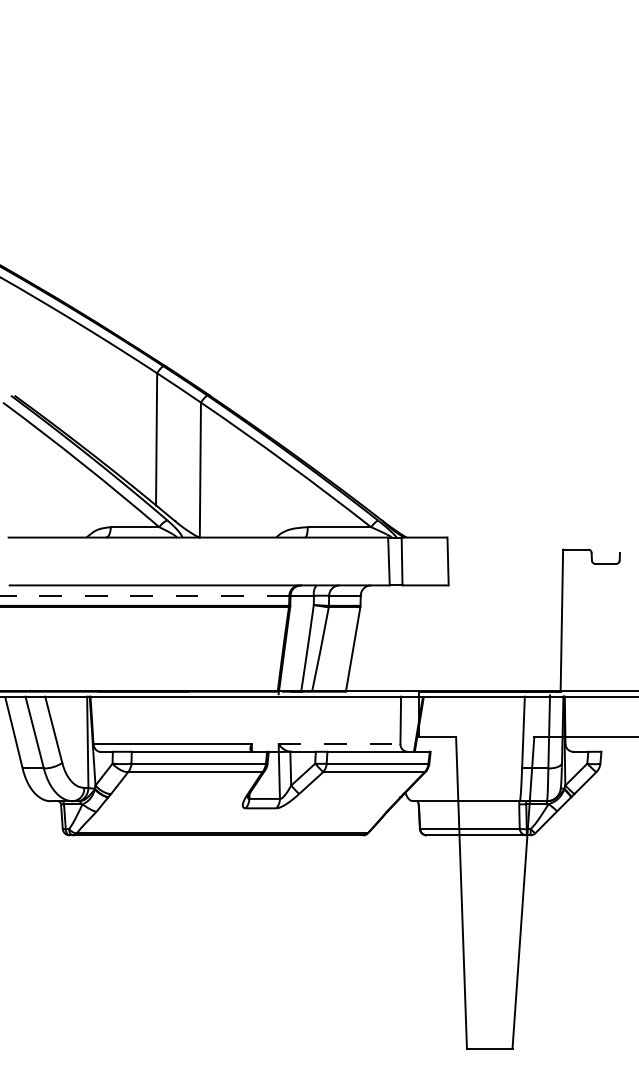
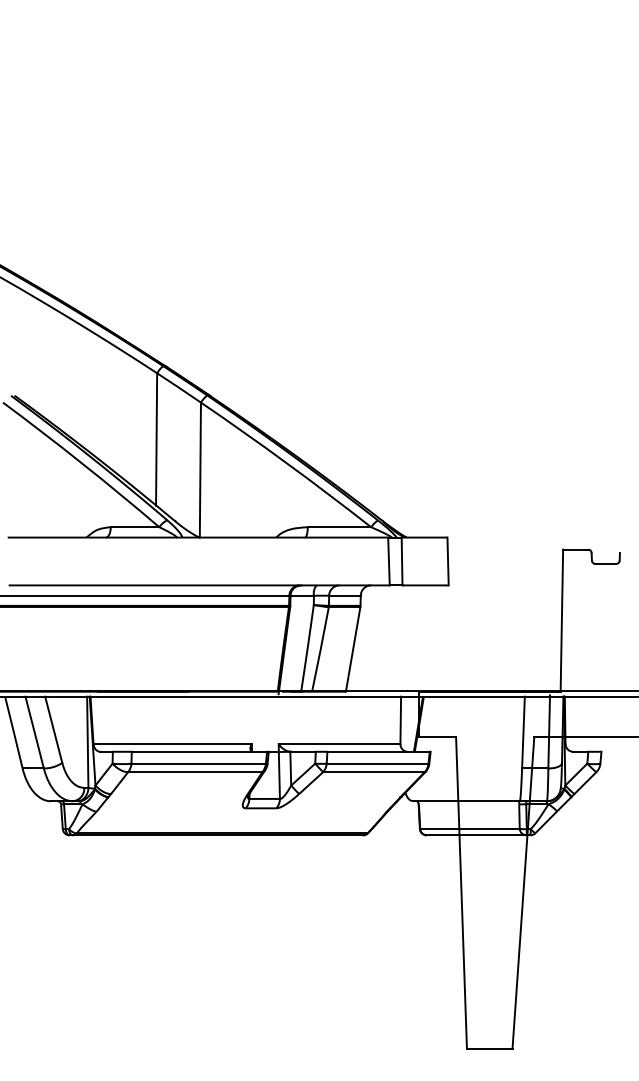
line at (144, 595): dashed -> solid
line at (339, 743): dashed -> solid
